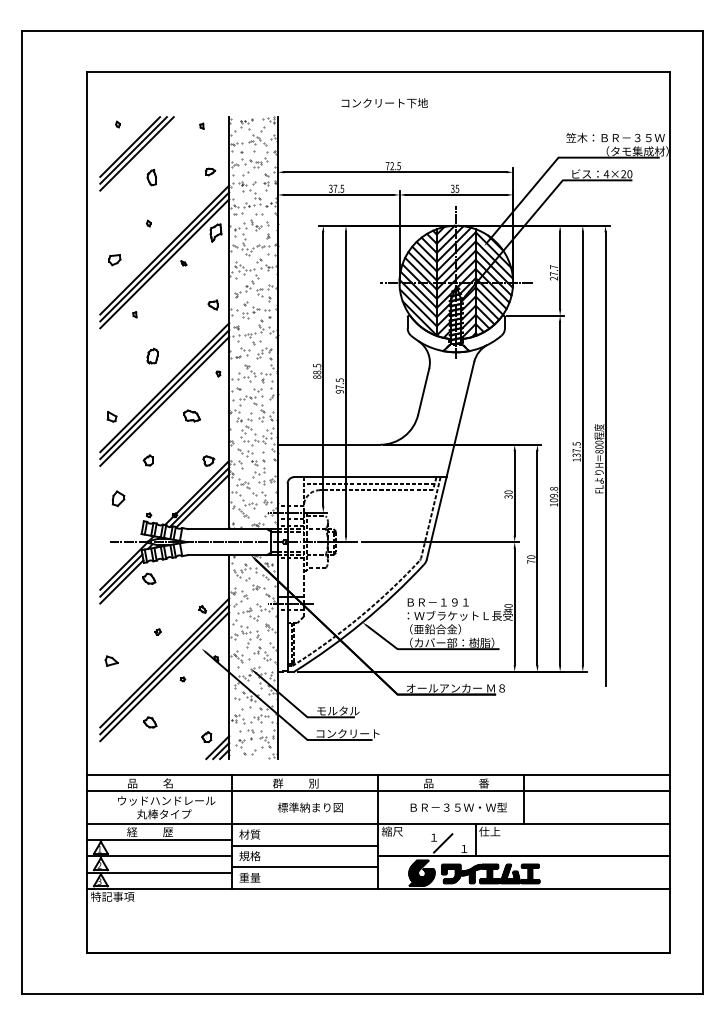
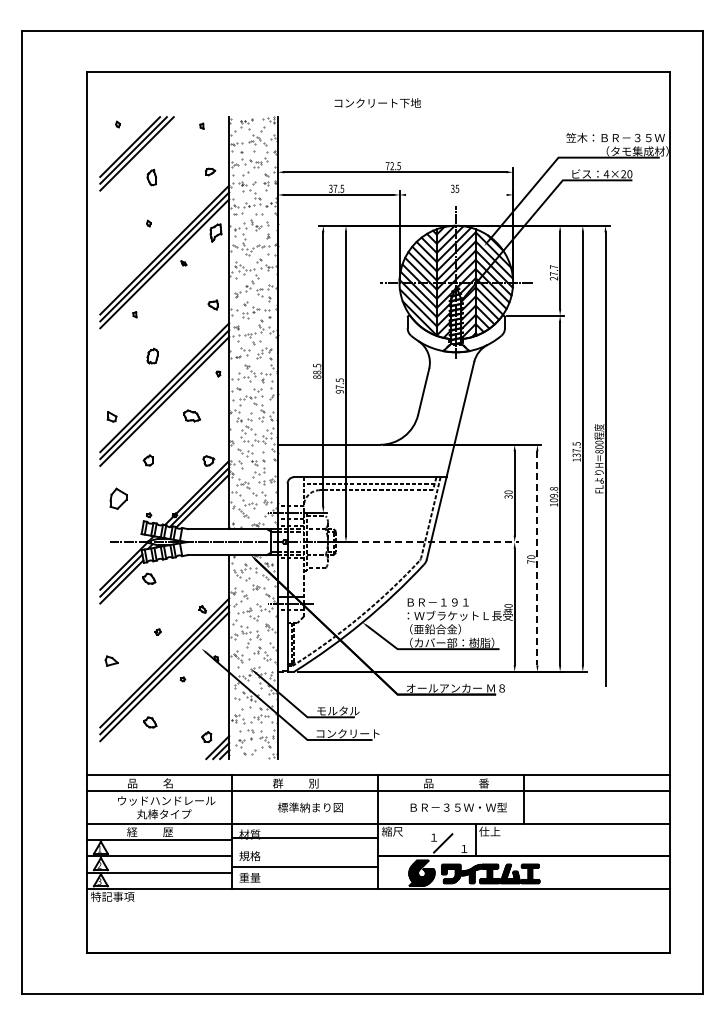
text at (384, 103) position: (384, 103) -> (377, 103)
line at (456, 194): present -> none
part at (114, 260): present -> none
part at (118, 498) size: 15x17 px -> 19x23 px
line at (440, 542): solid -> dashed
line at (537, 558): solid -> dashed
line at (305, 845) position: (305, 845) -> (305, 837)
